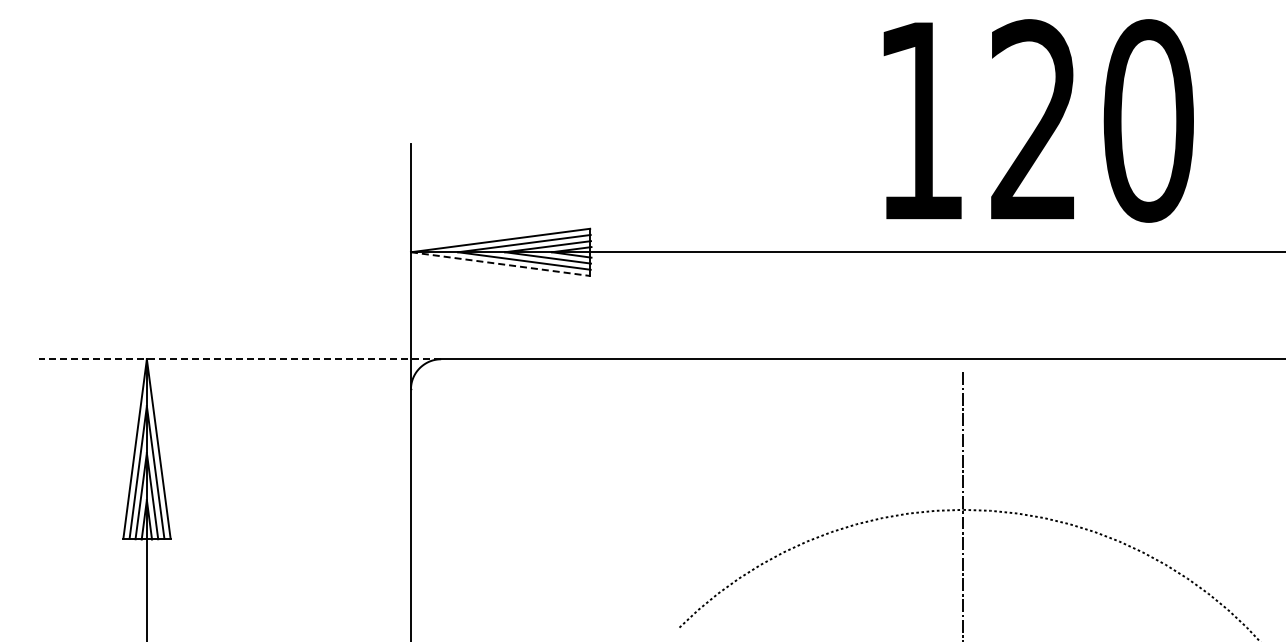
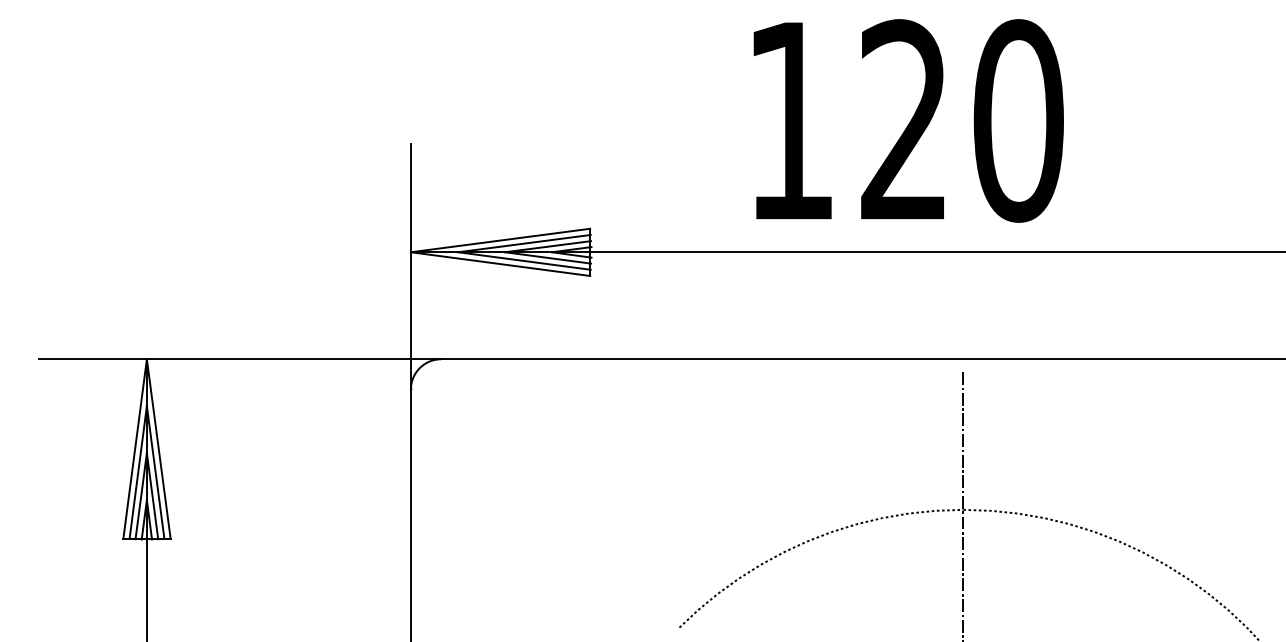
text at (1038, 120) position: (1038, 120) -> (908, 120)
line at (501, 264): dashed -> solid
line at (239, 359): dashed -> solid
